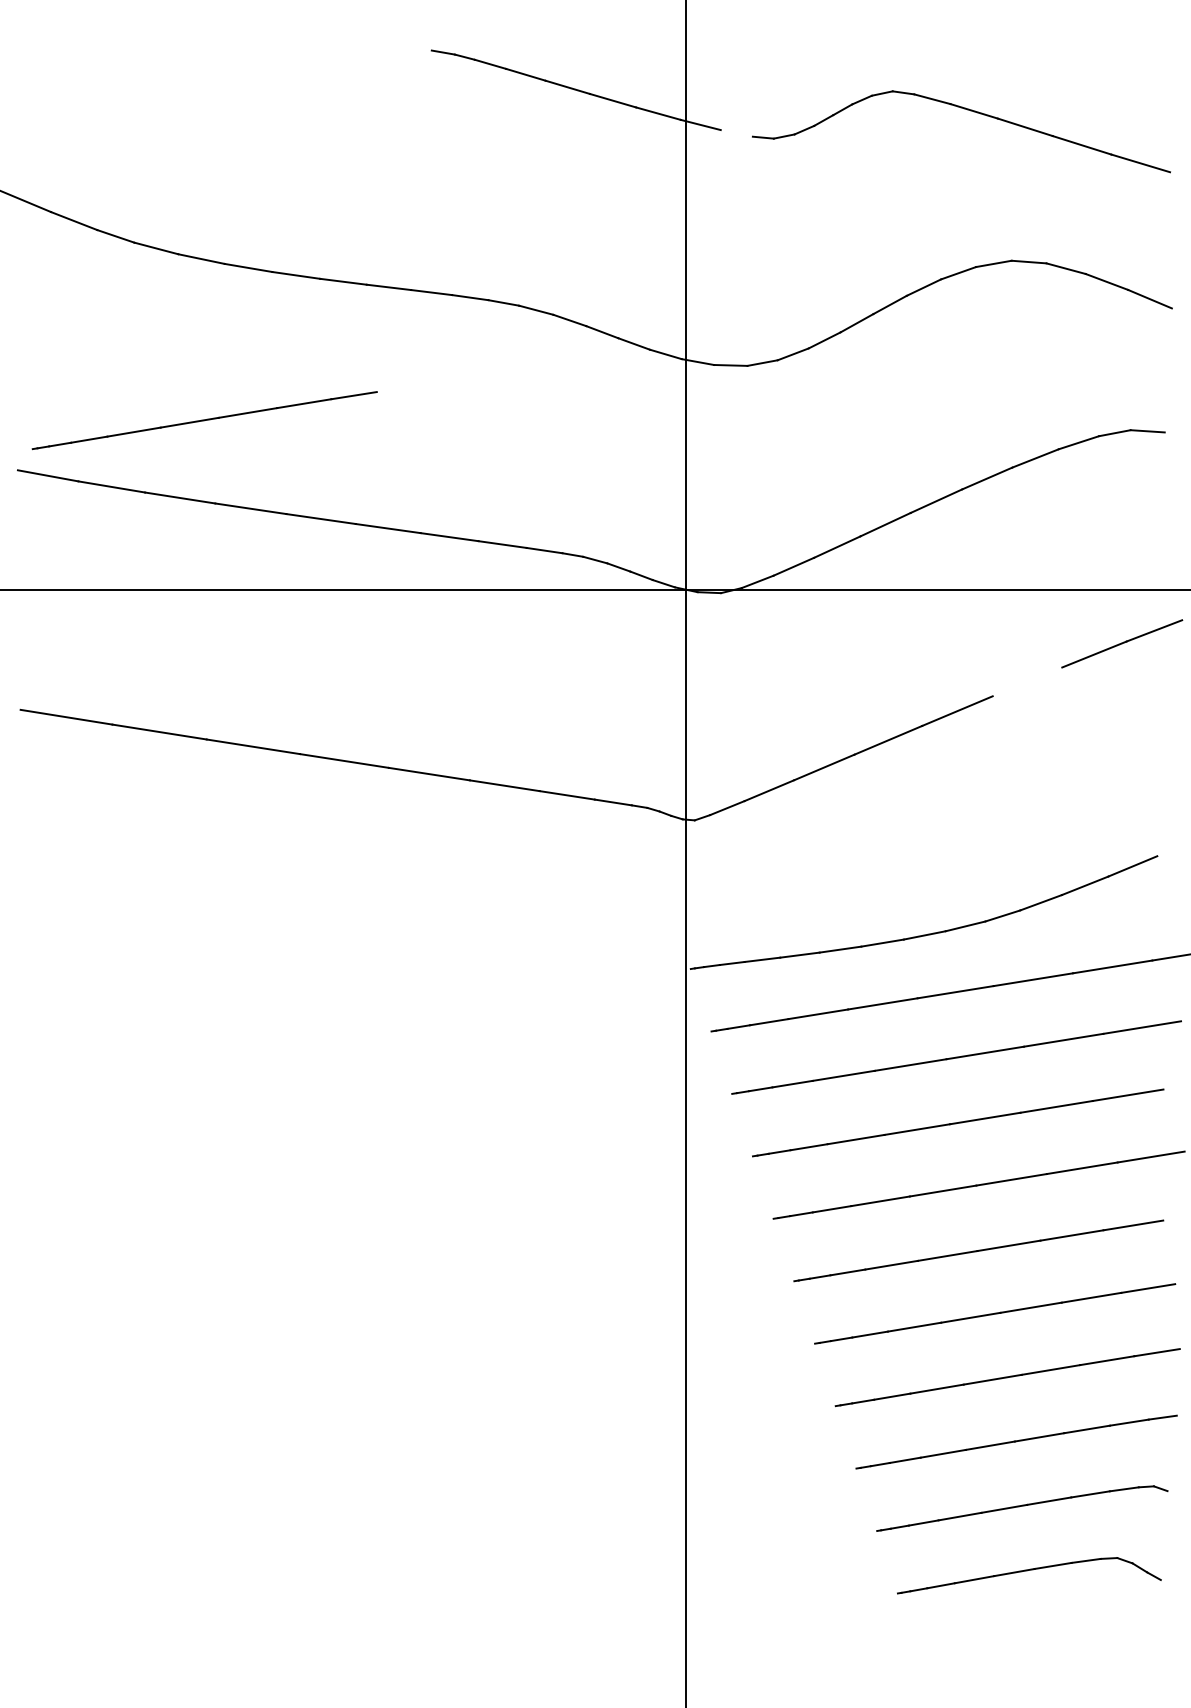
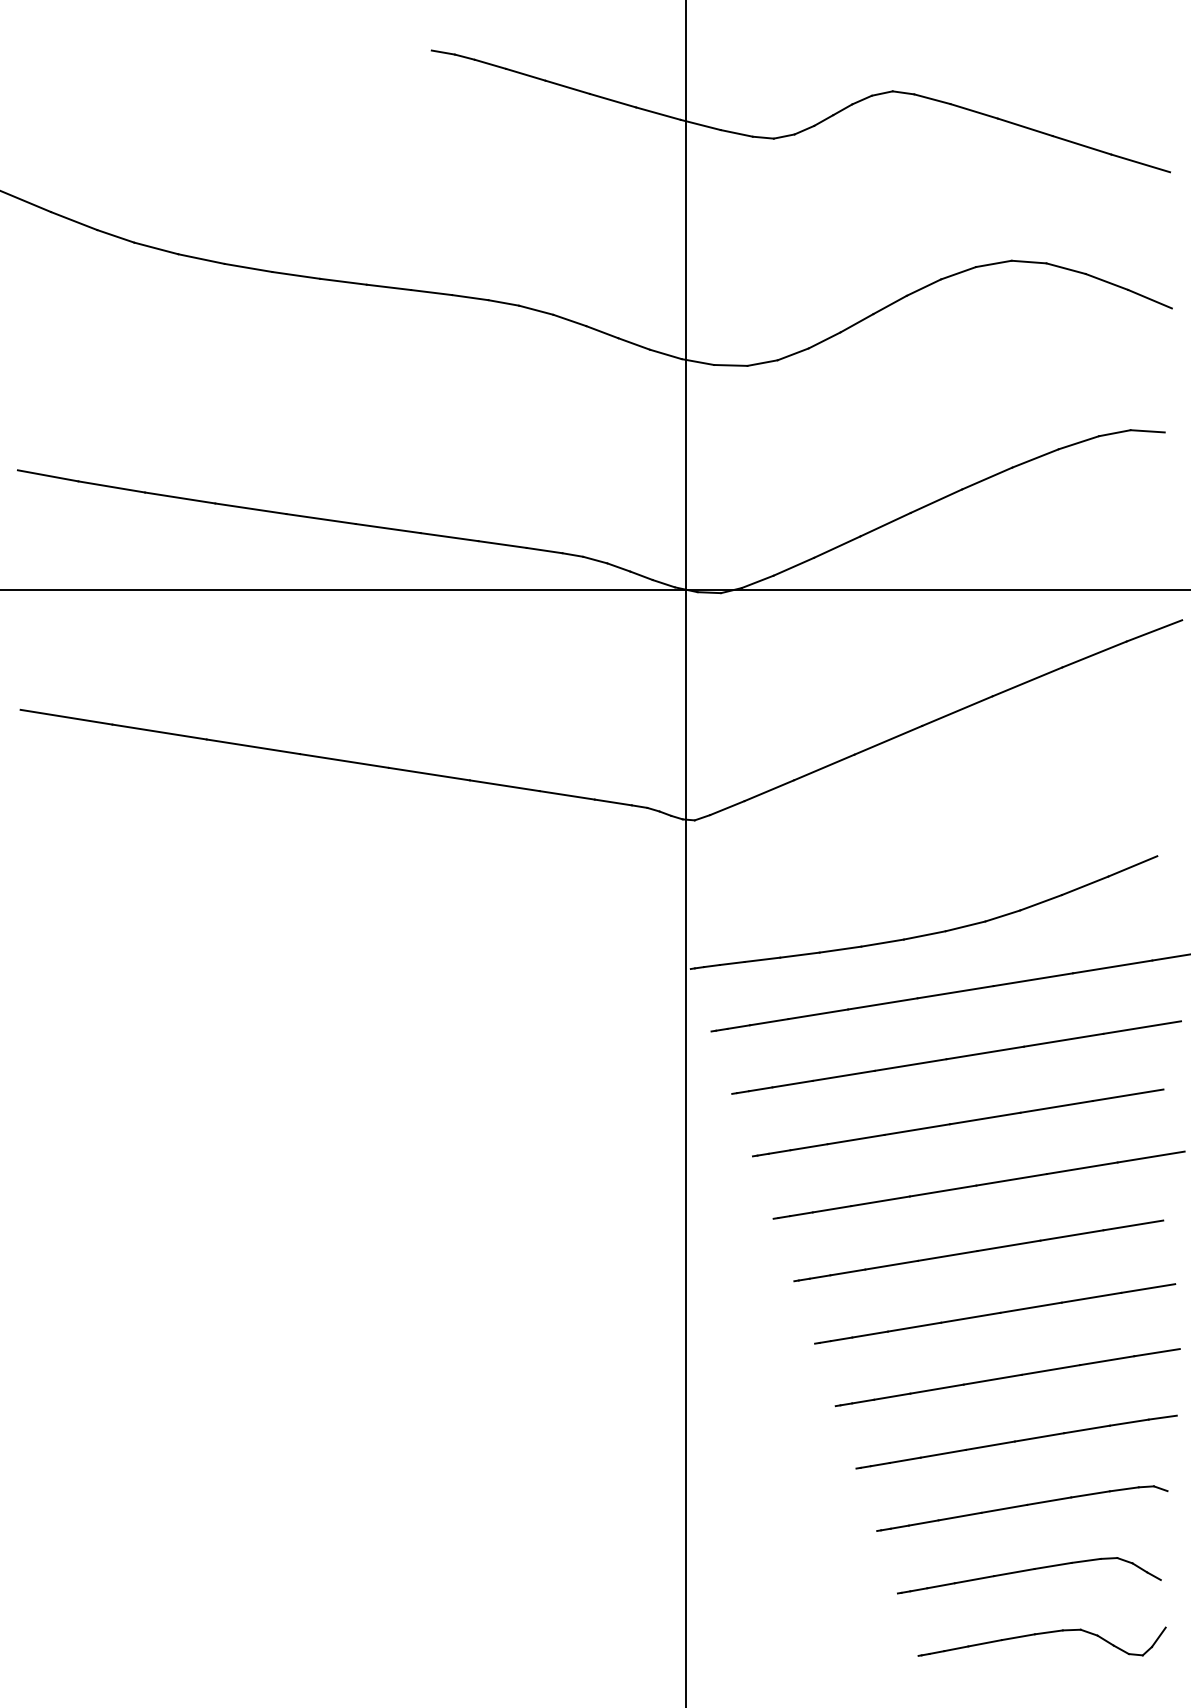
line at (736, 133): none -> present
line at (204, 420): present -> none
line at (1027, 681): none -> present
part at (1041, 1634): none -> present
